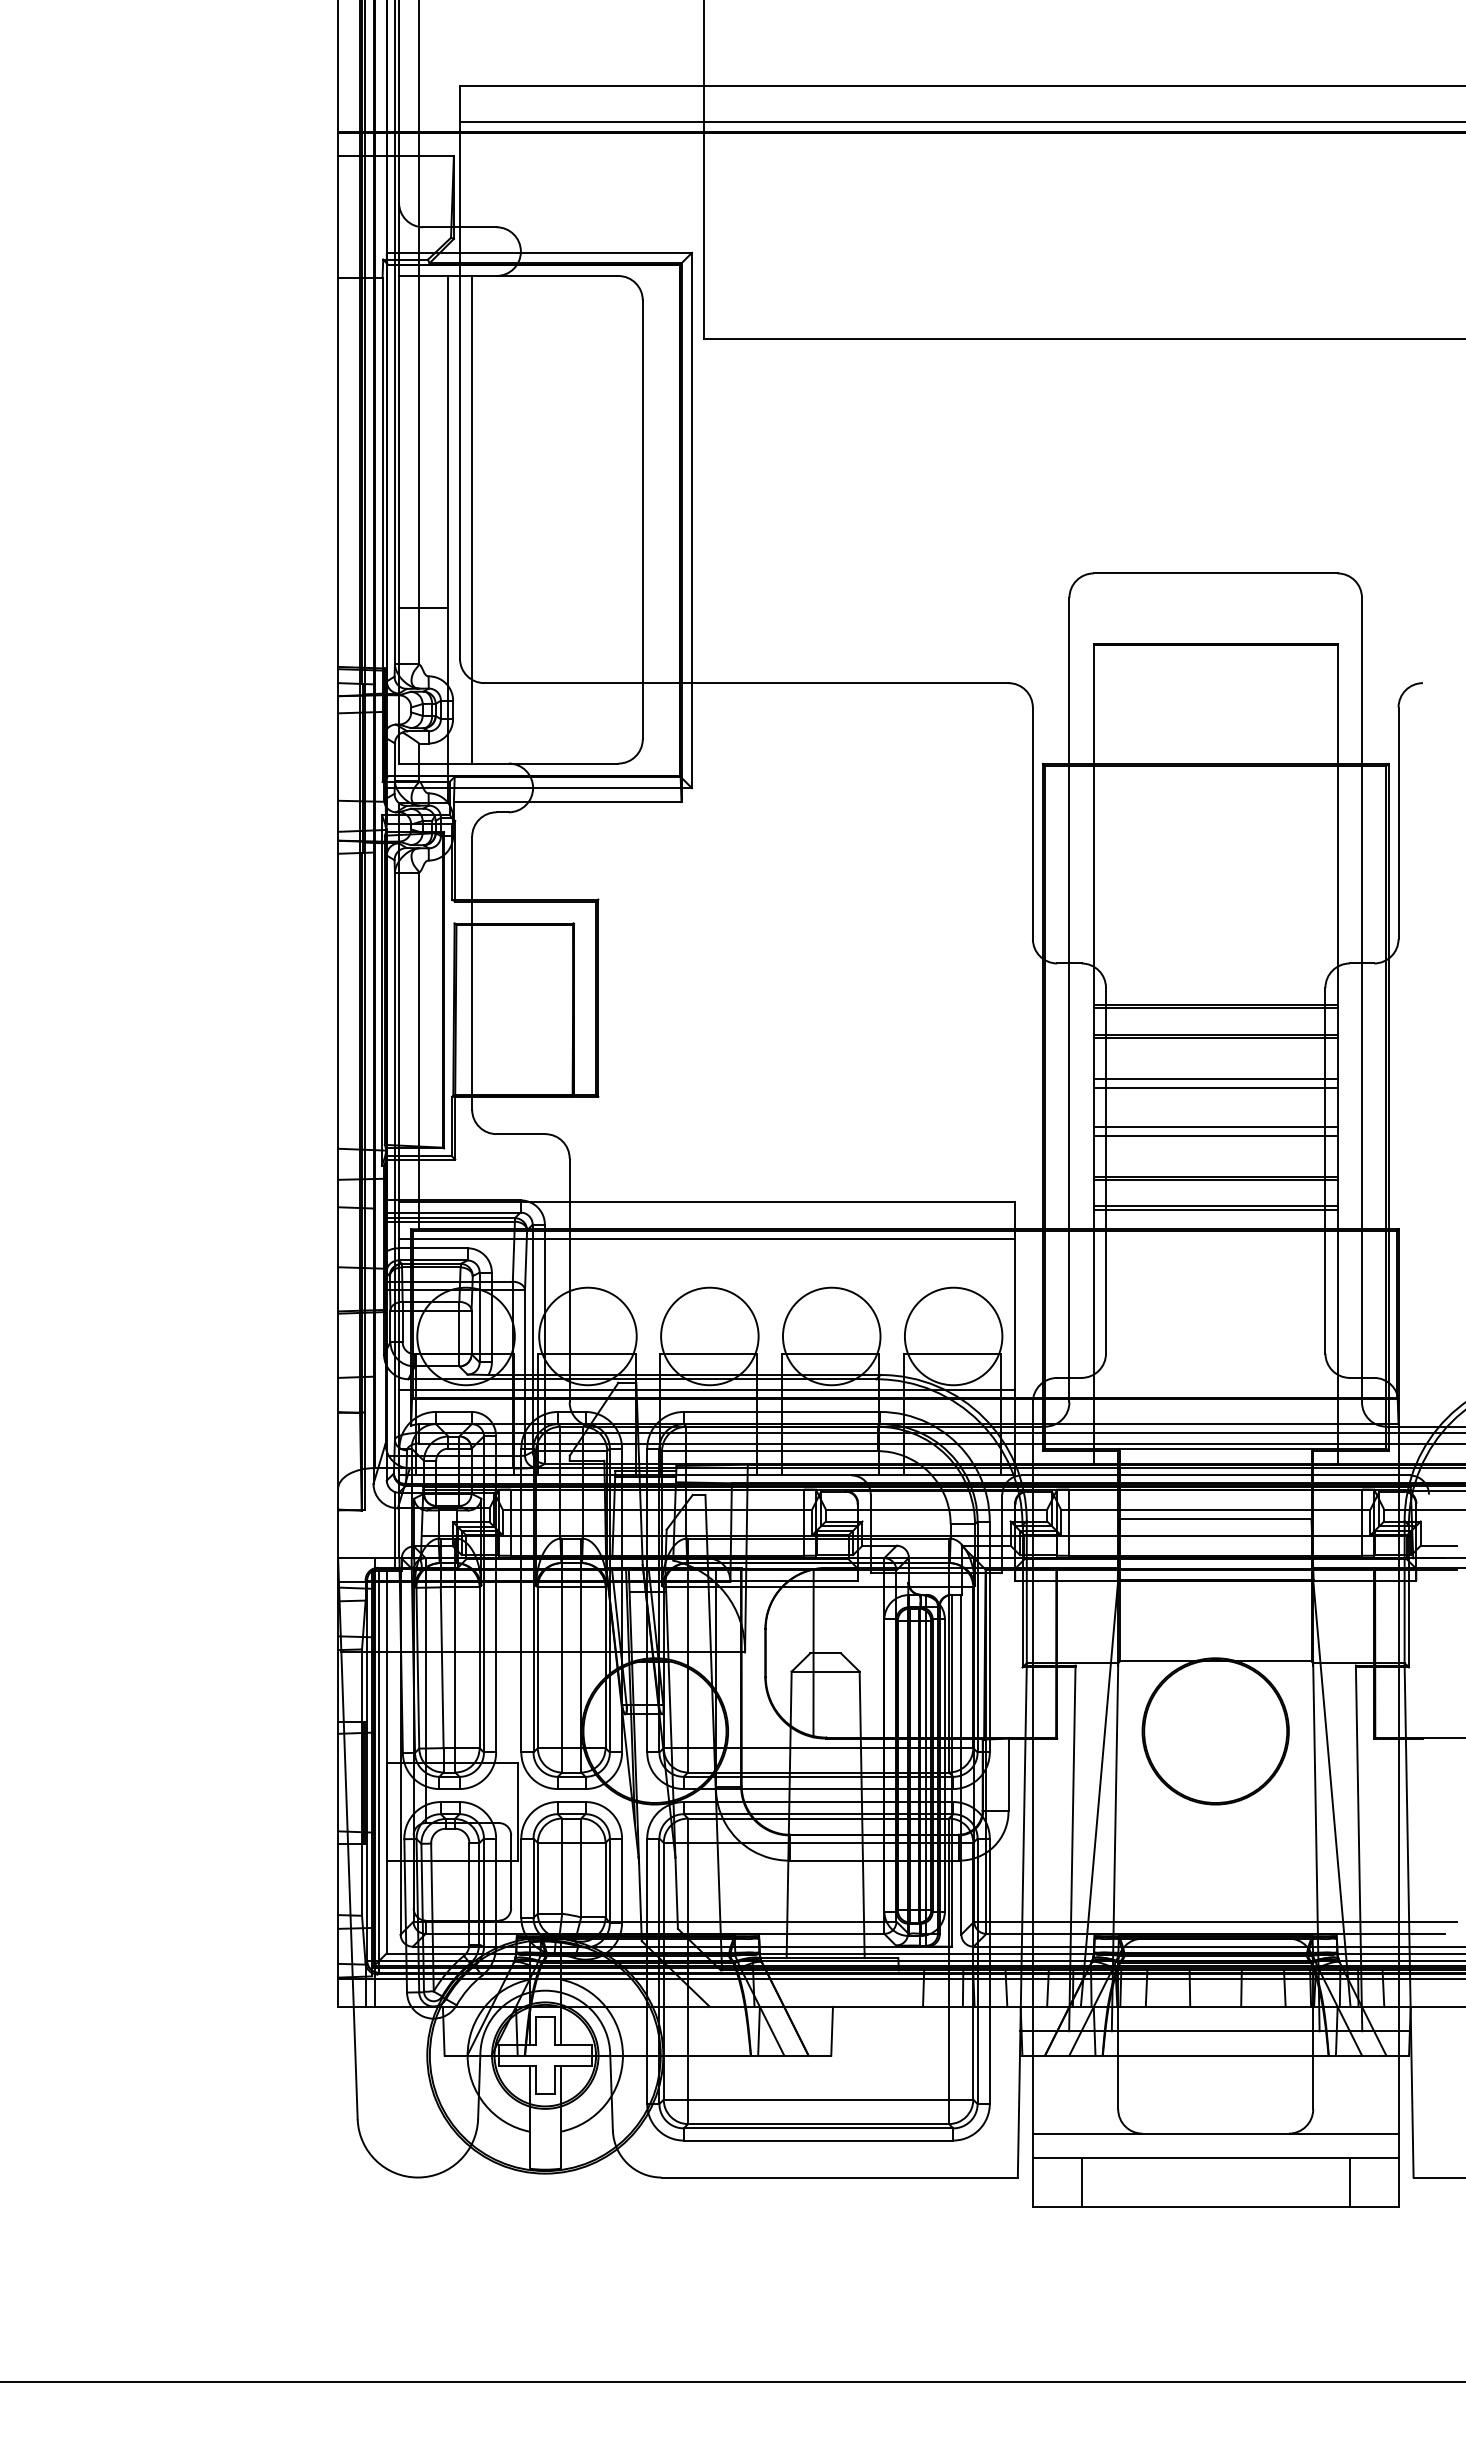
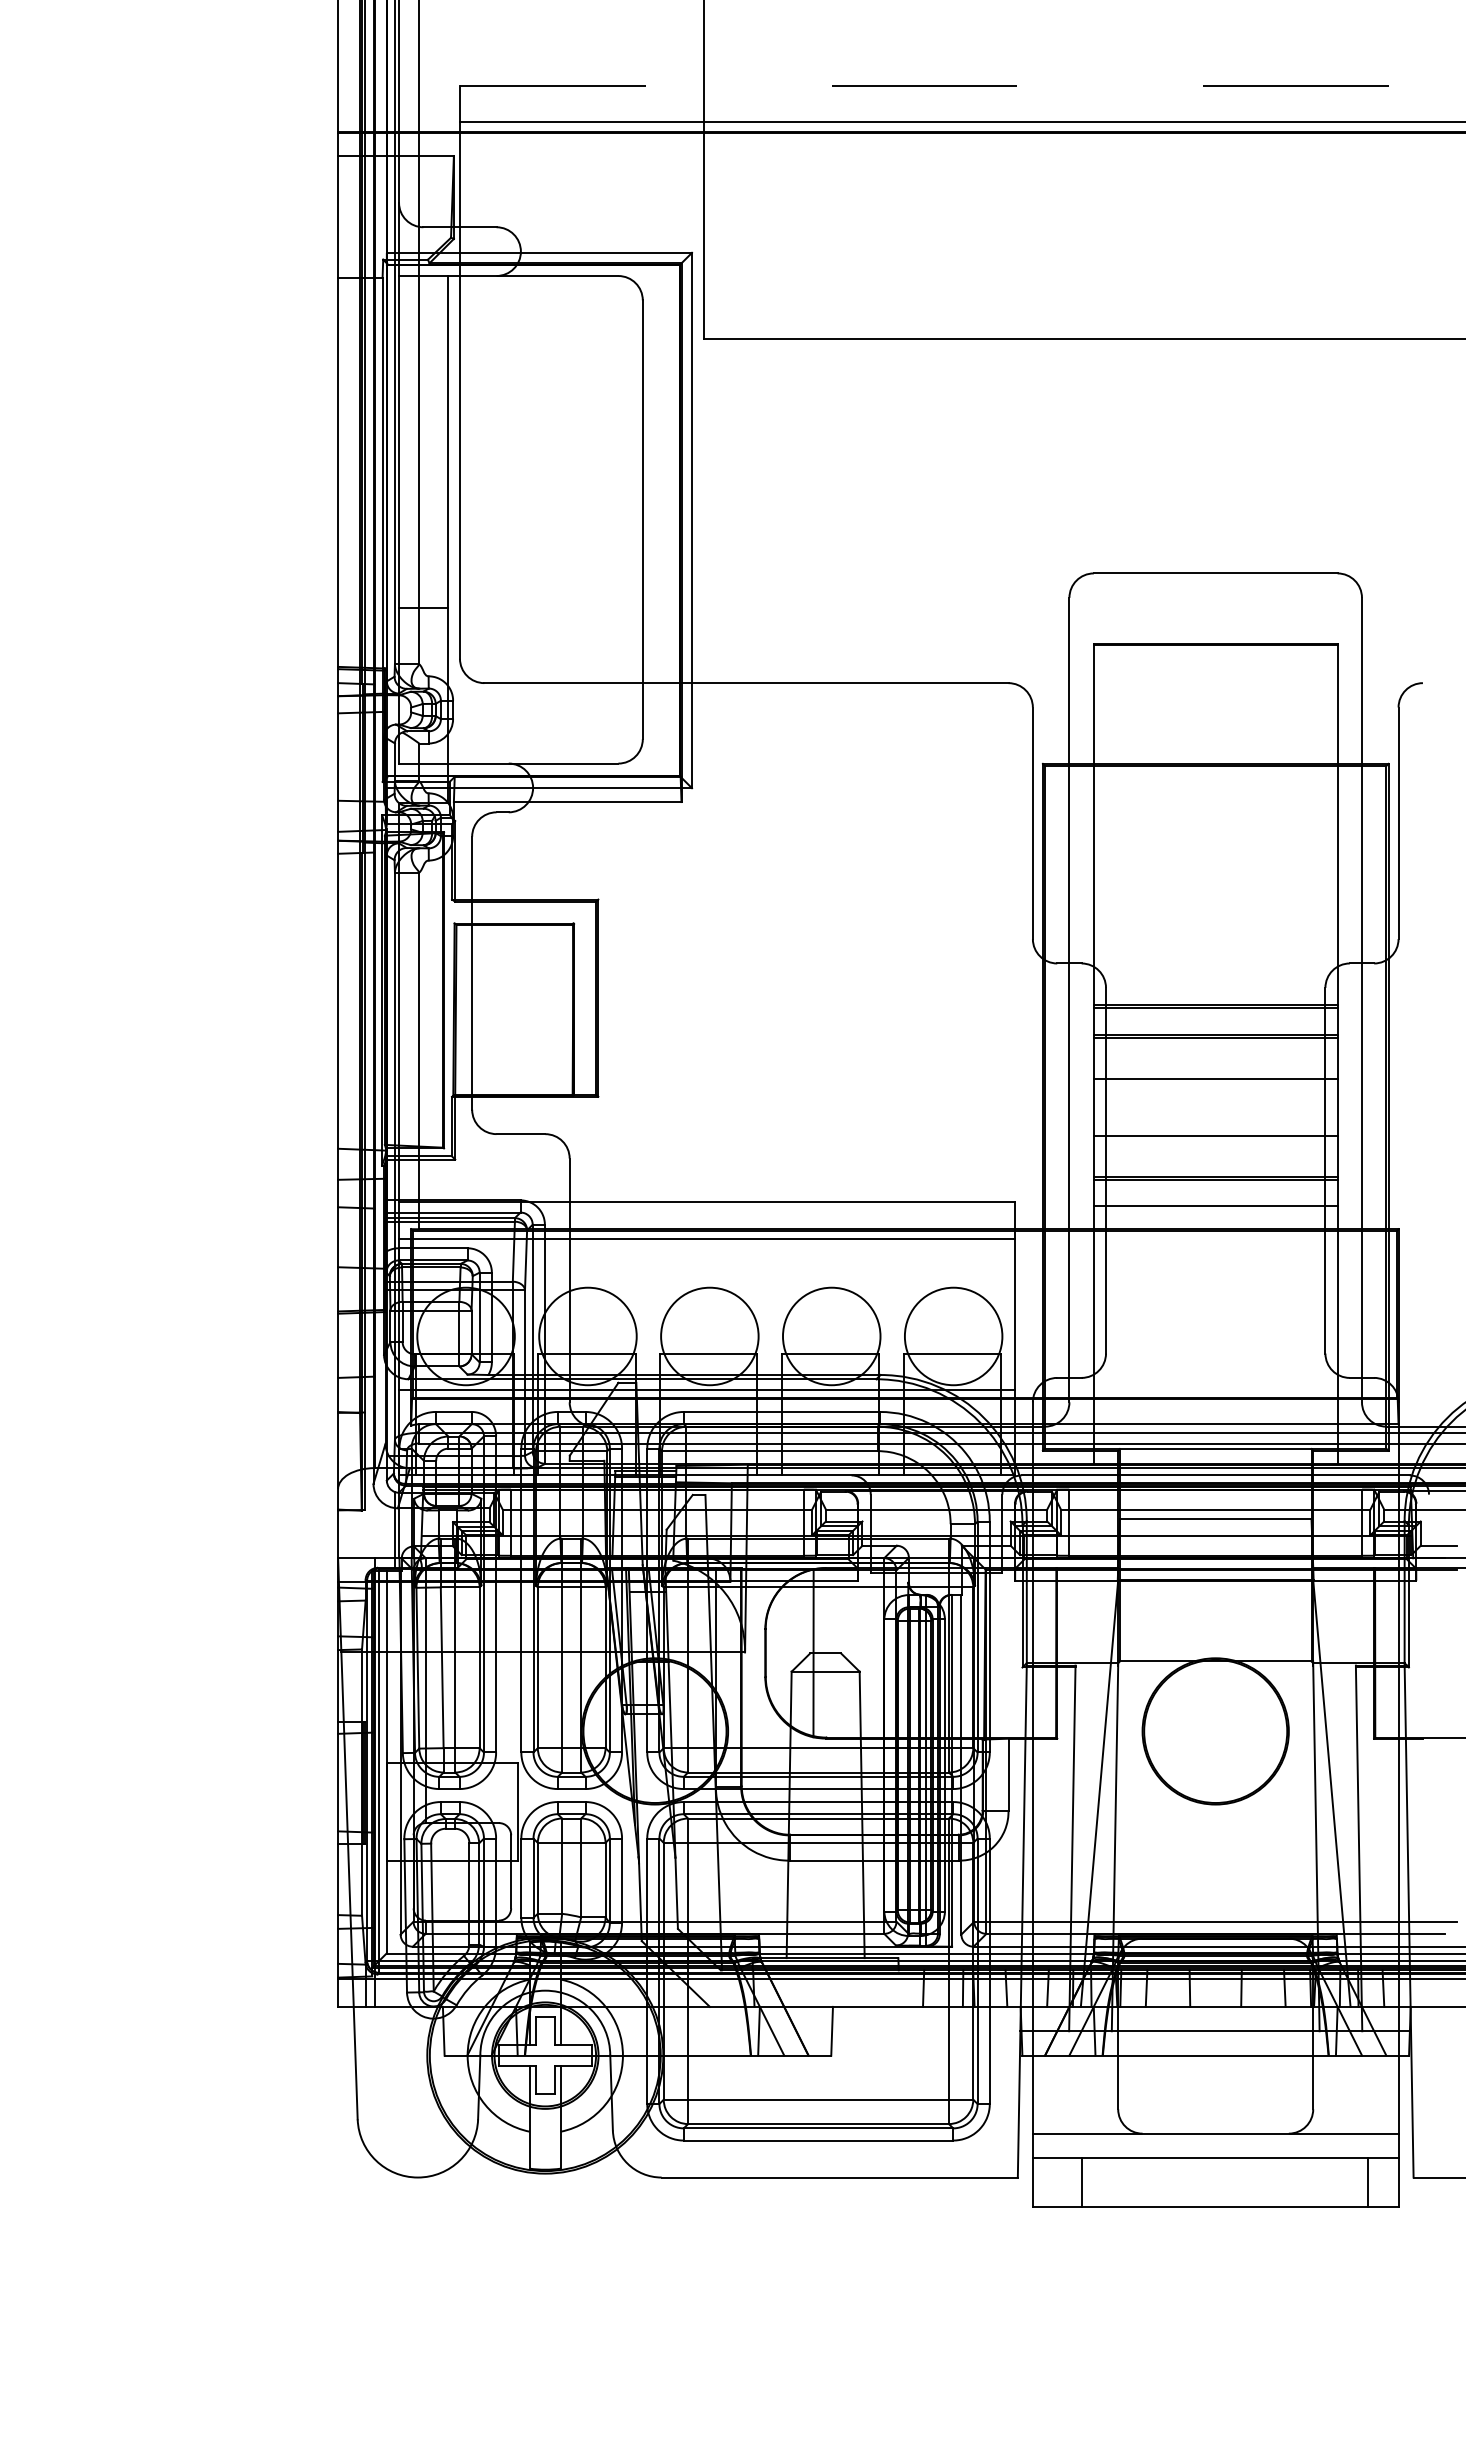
line at (962, 85): solid -> dashed
line at (472, 519): present -> none
line at (1215, 1088): present -> none
line at (1215, 1126): present -> none
line at (1215, 1209): present -> none
line at (1349, 2182) position: (1349, 2182) -> (1367, 2182)
line at (732, 2382): present -> none
